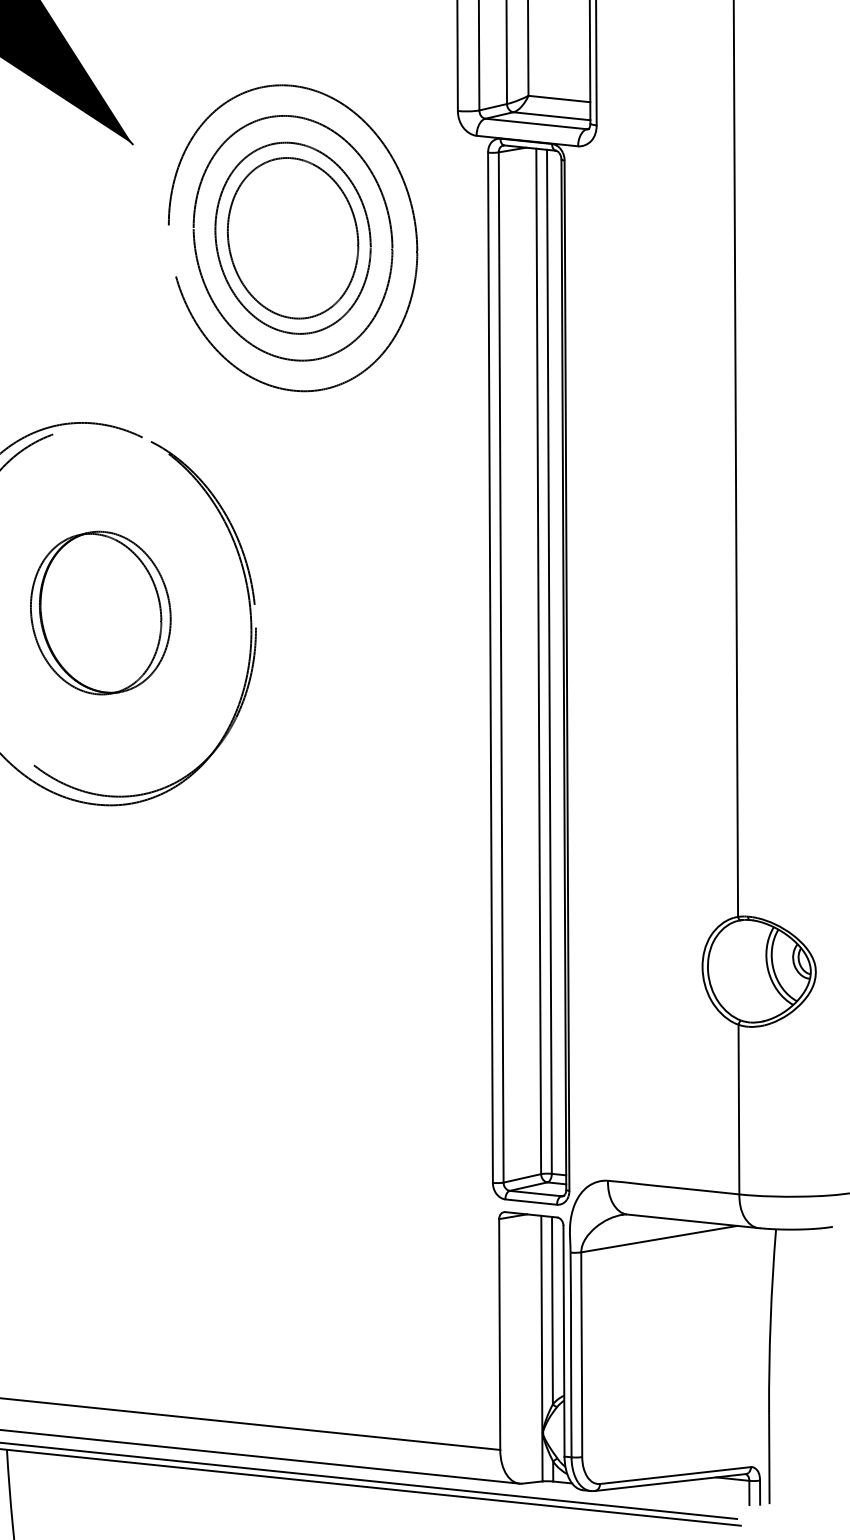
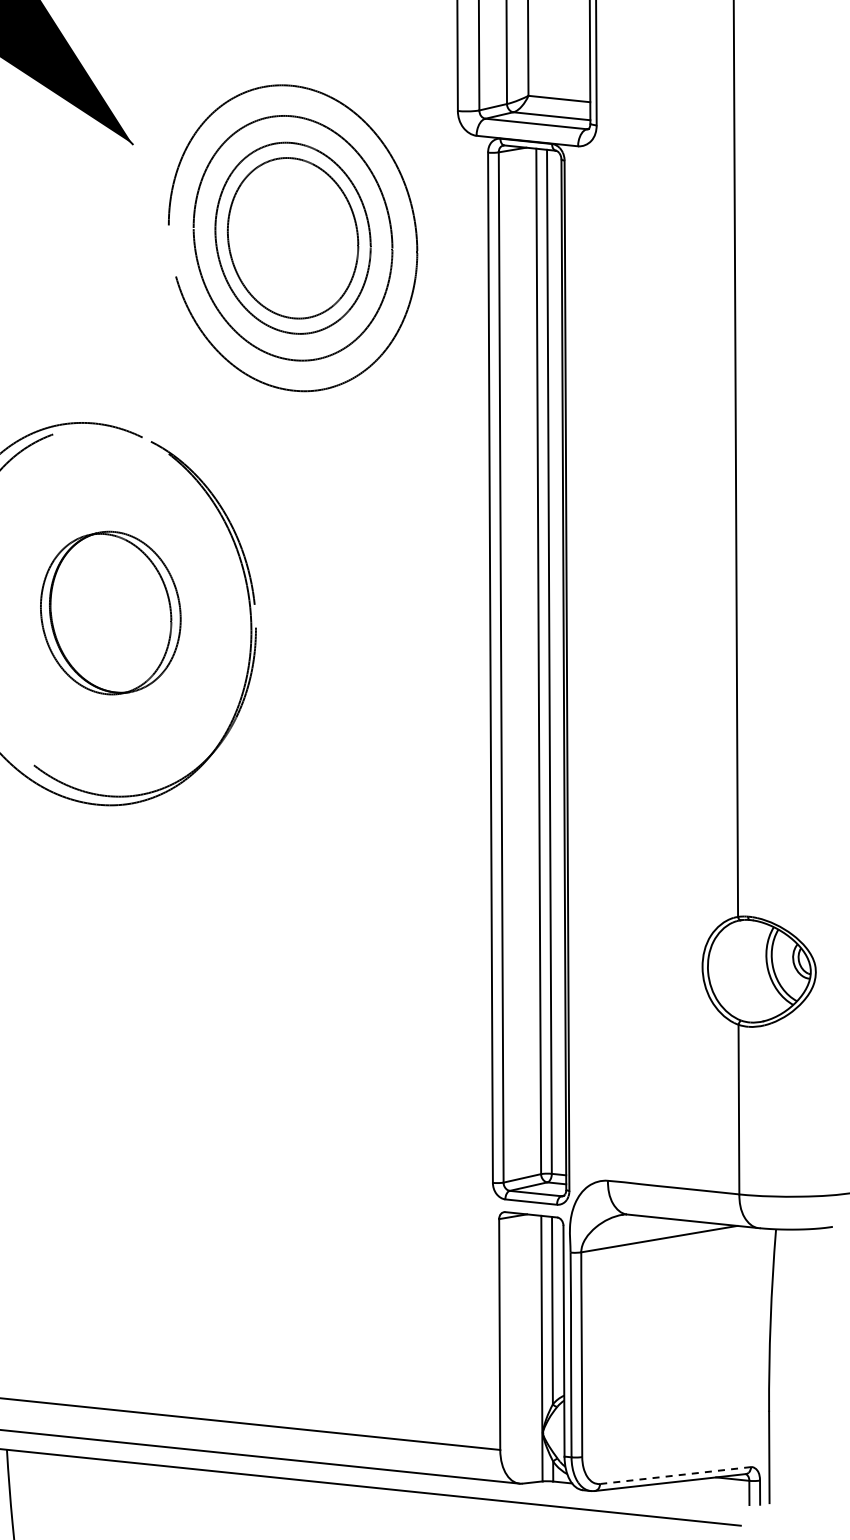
part at (100, 612) position: (100, 612) -> (110, 612)
line at (675, 1475): solid -> dashed
line at (369, 1480): present -> none
